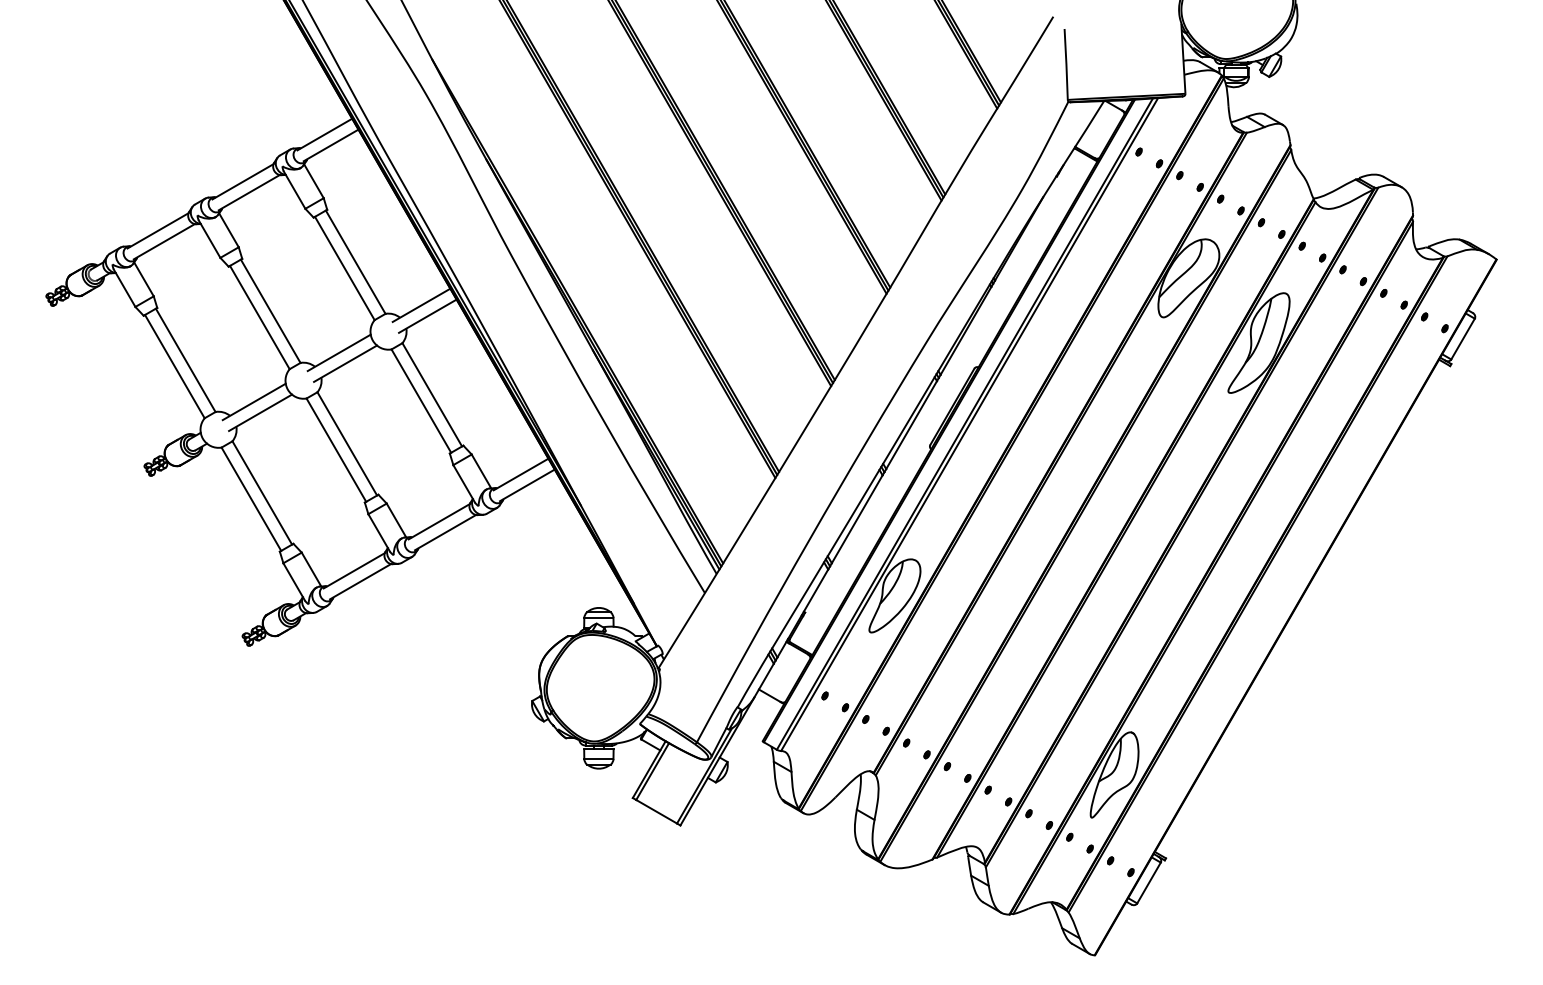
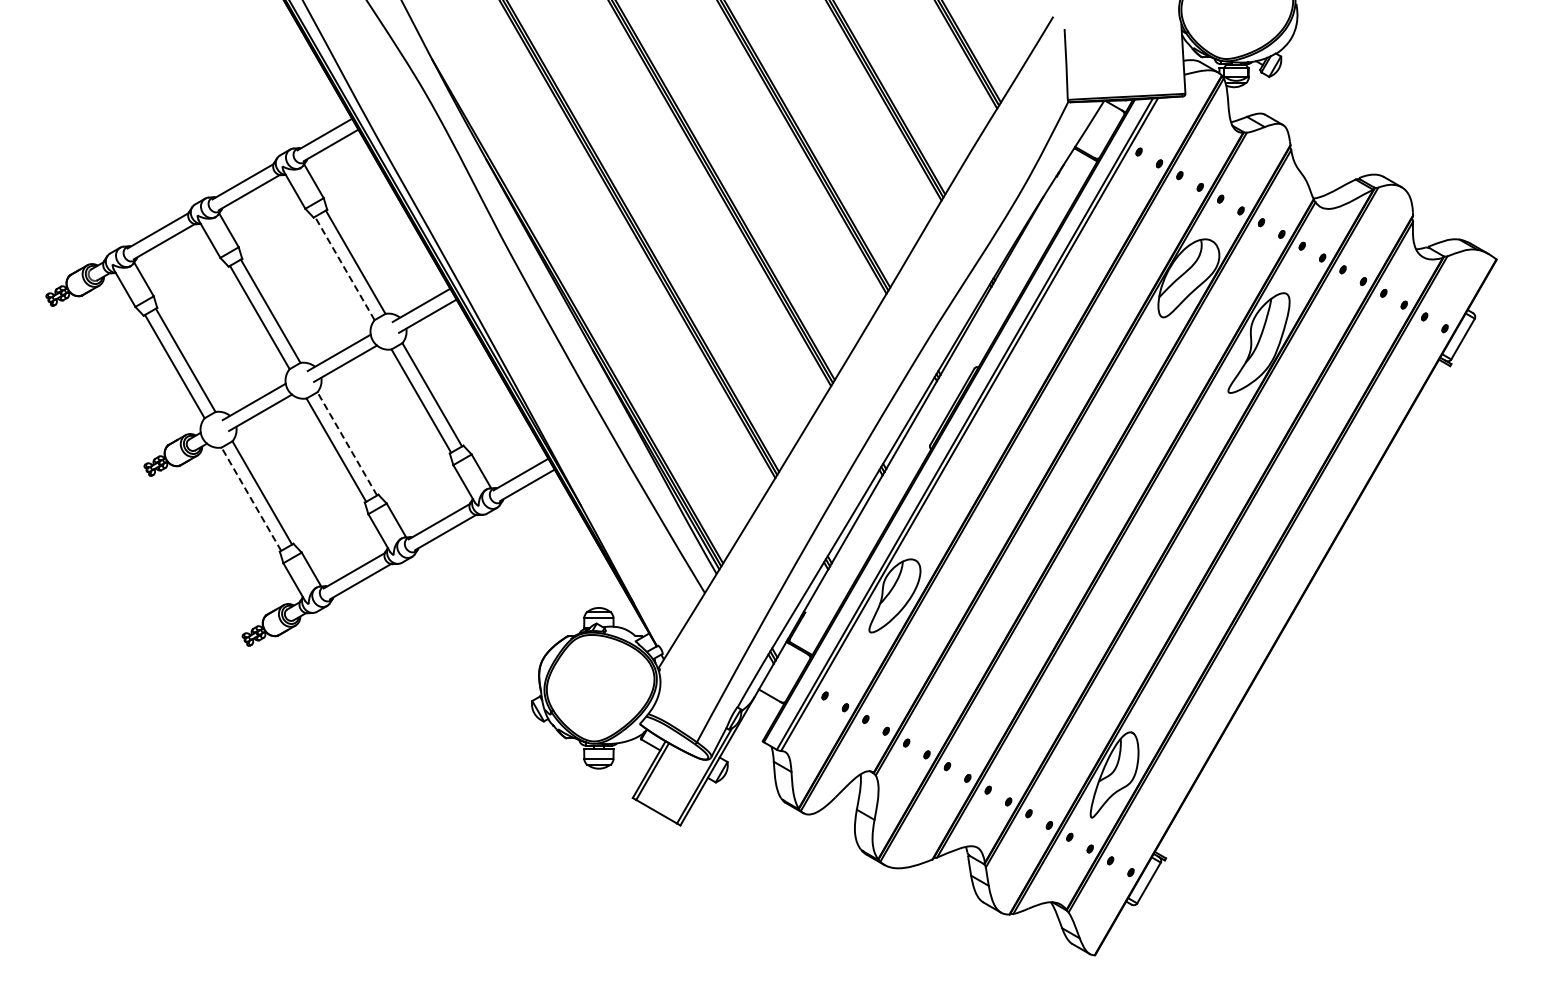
line at (344, 268): solid -> dashed
line at (347, 443): solid -> dashed
line at (251, 499): solid -> dashed
